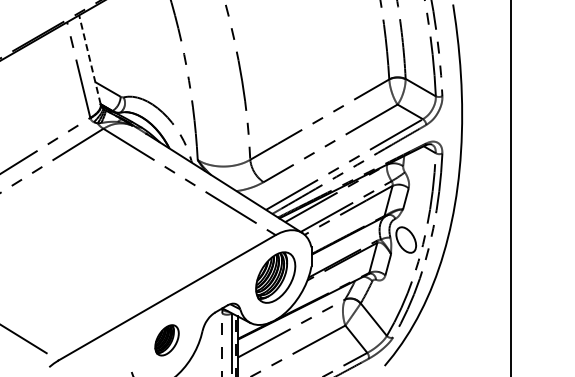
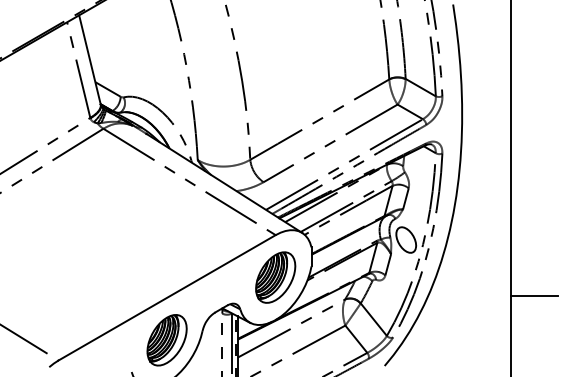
line at (89, 59): dashed -> solid
line at (533, 296): none -> present
part at (166, 340) size: 26x33 px -> 42x53 px
